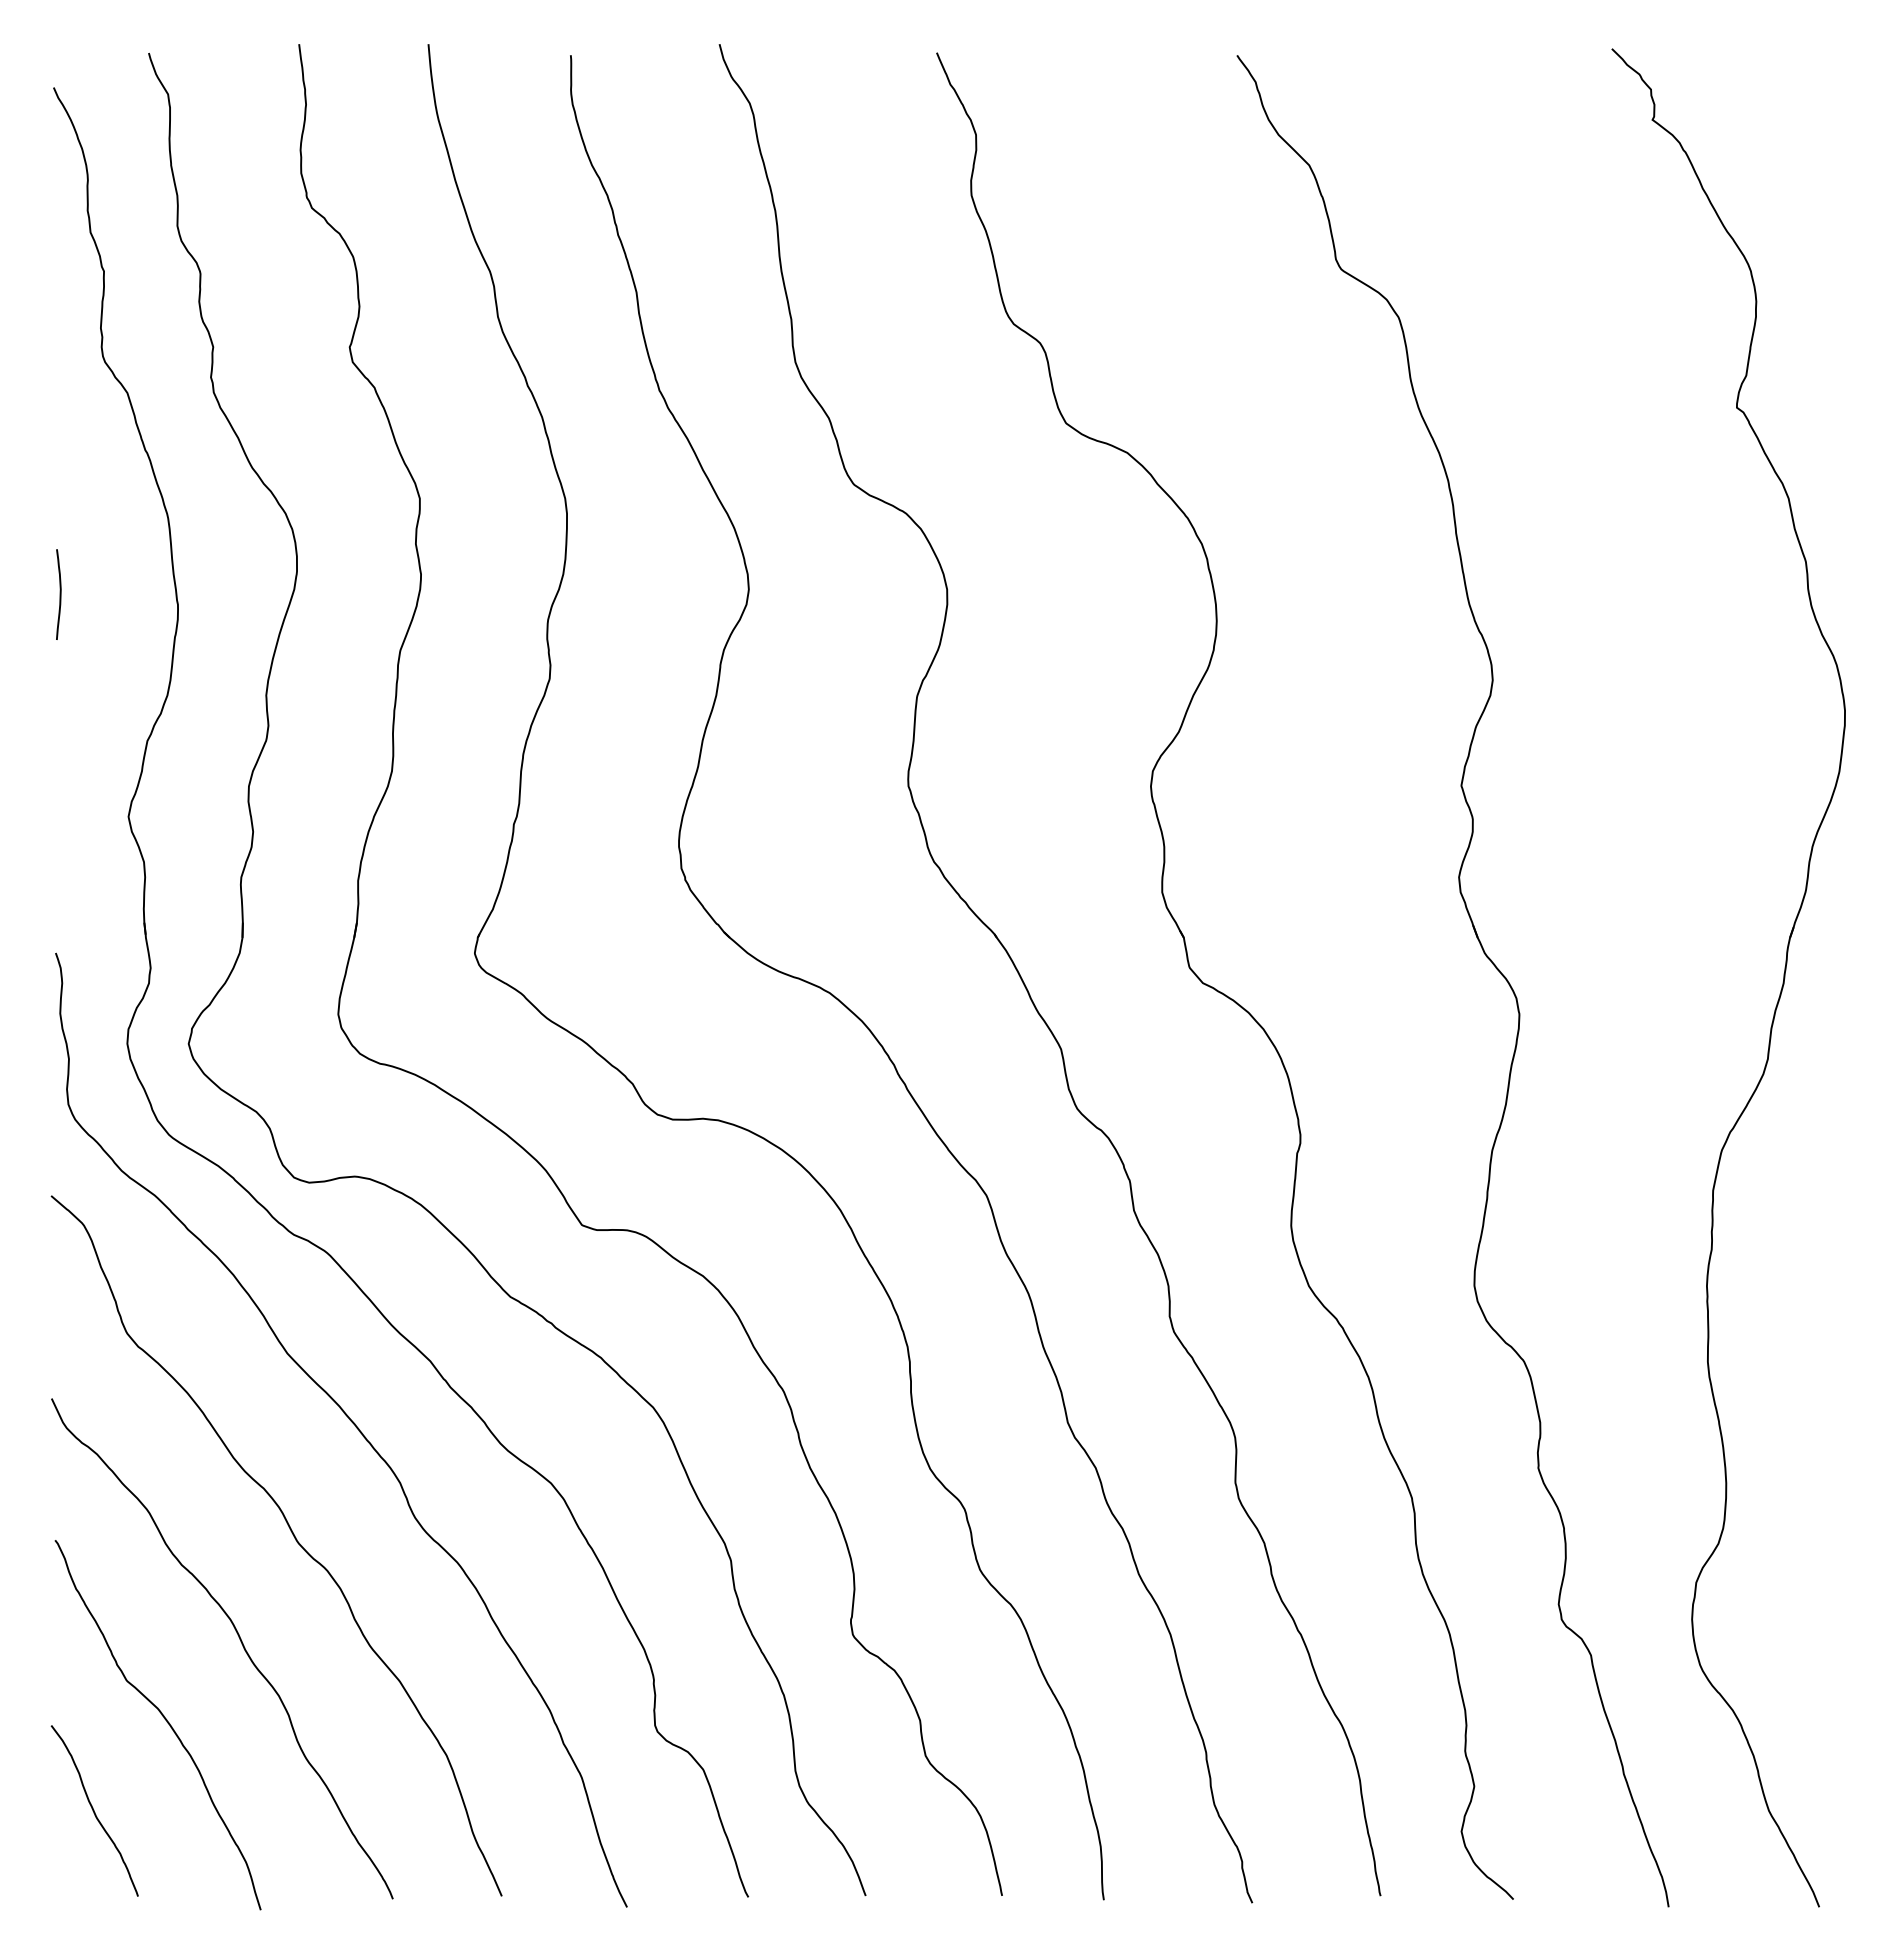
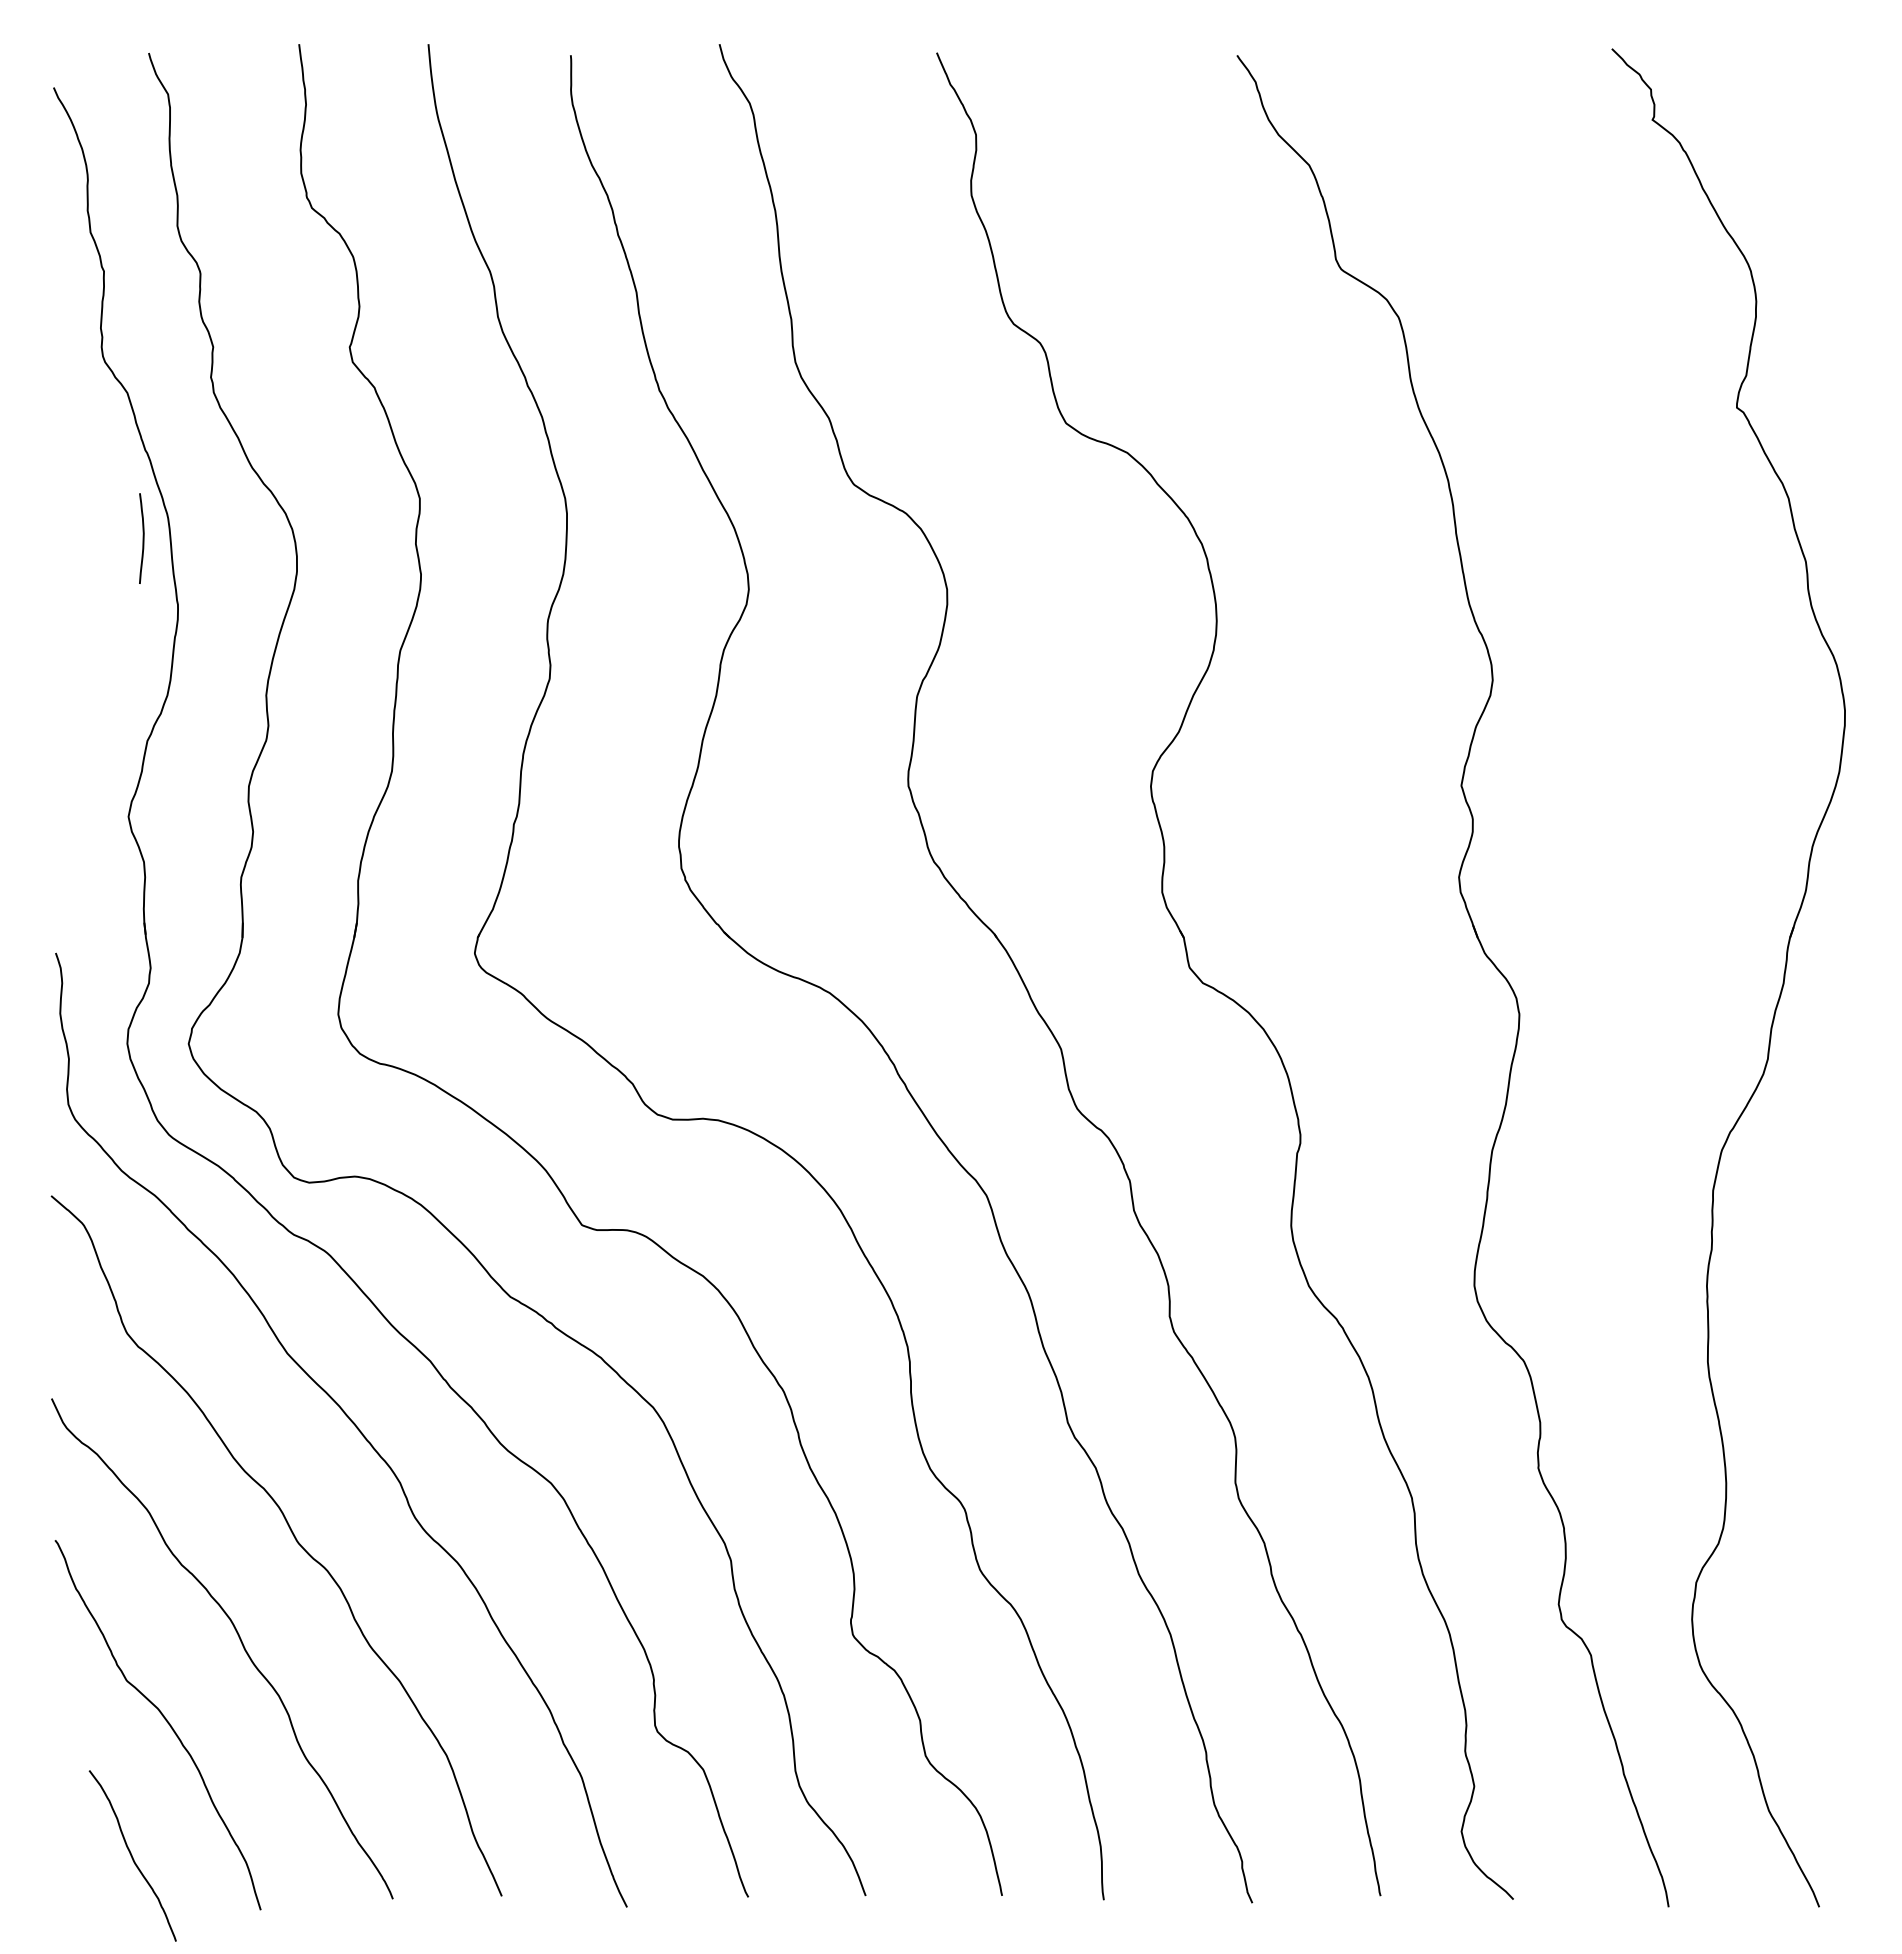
curve at (59, 594) position: (59, 594) -> (142, 538)
curve at (94, 1810) position: (94, 1810) -> (132, 1855)
